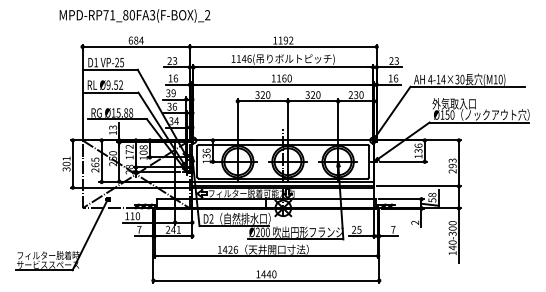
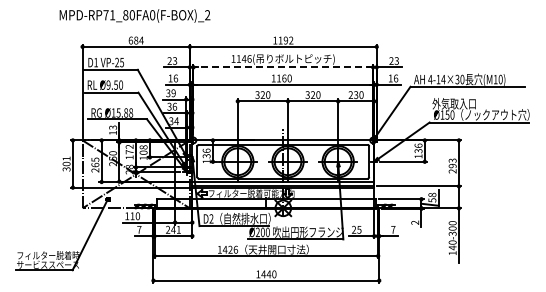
text at (152, 15): MPD-RP71_80FA3(F-BOX)_2 -> MPD-RP71_80FA0(F-BOX)_2
line at (283, 67): solid -> dashed
text at (121, 84): Ø9.52 -> Ø9.50
